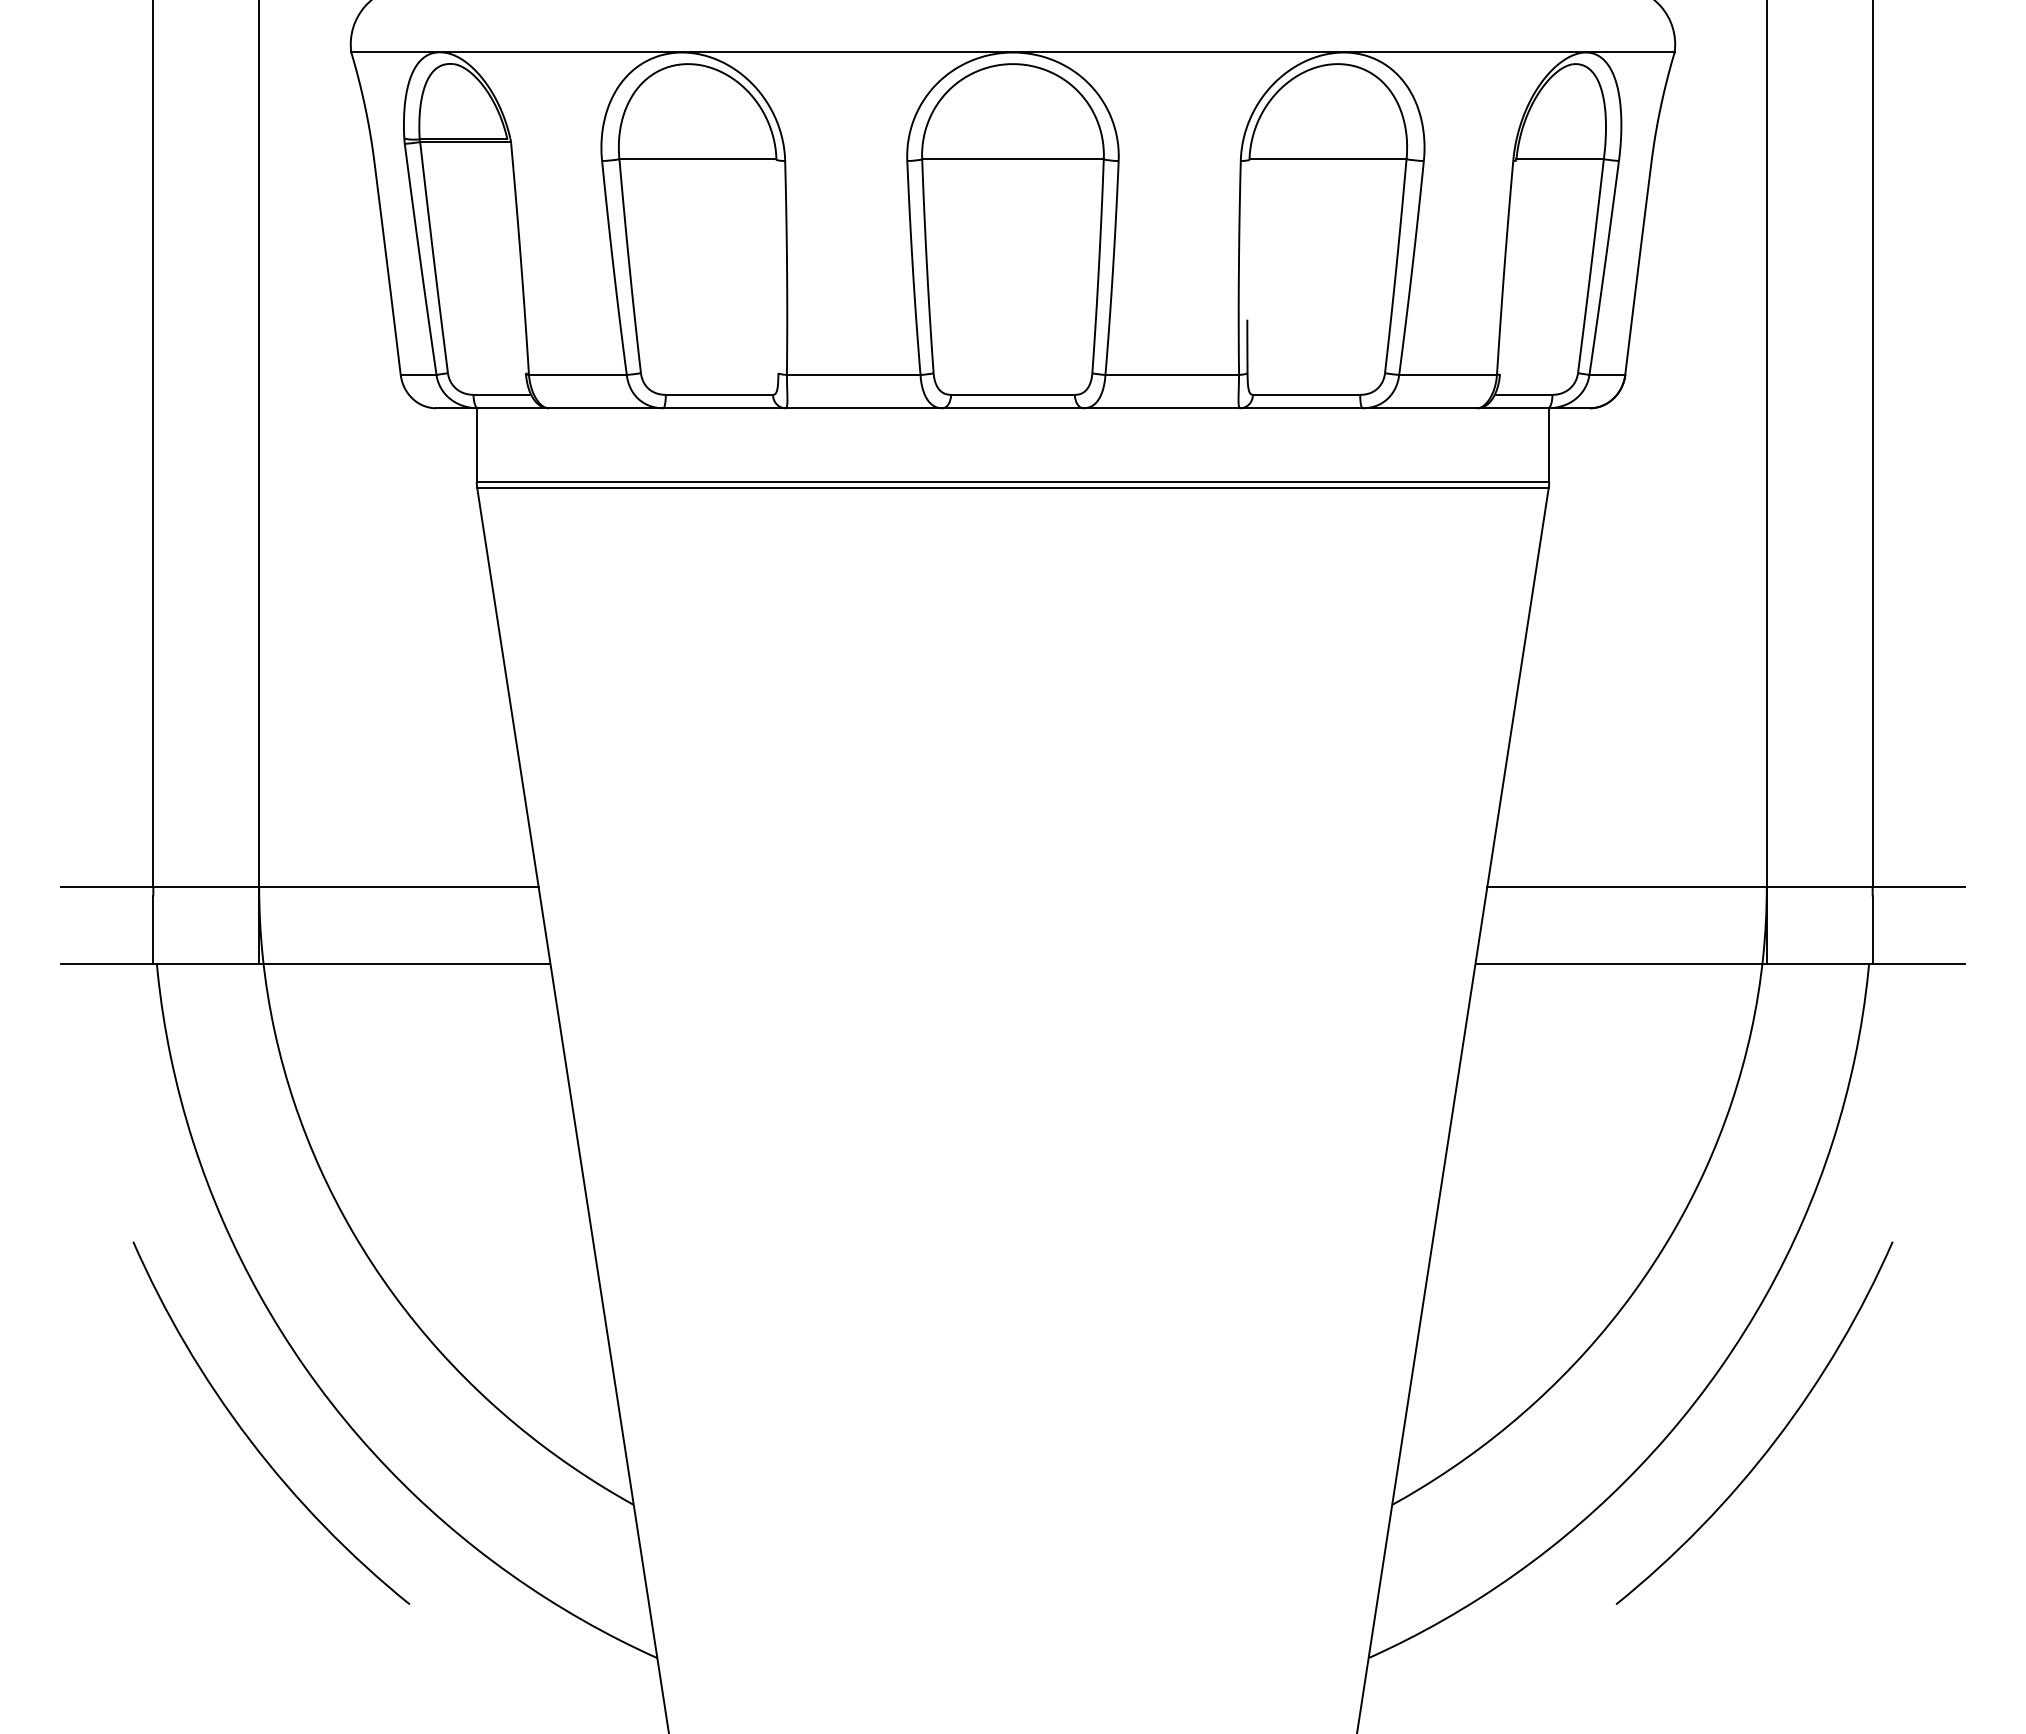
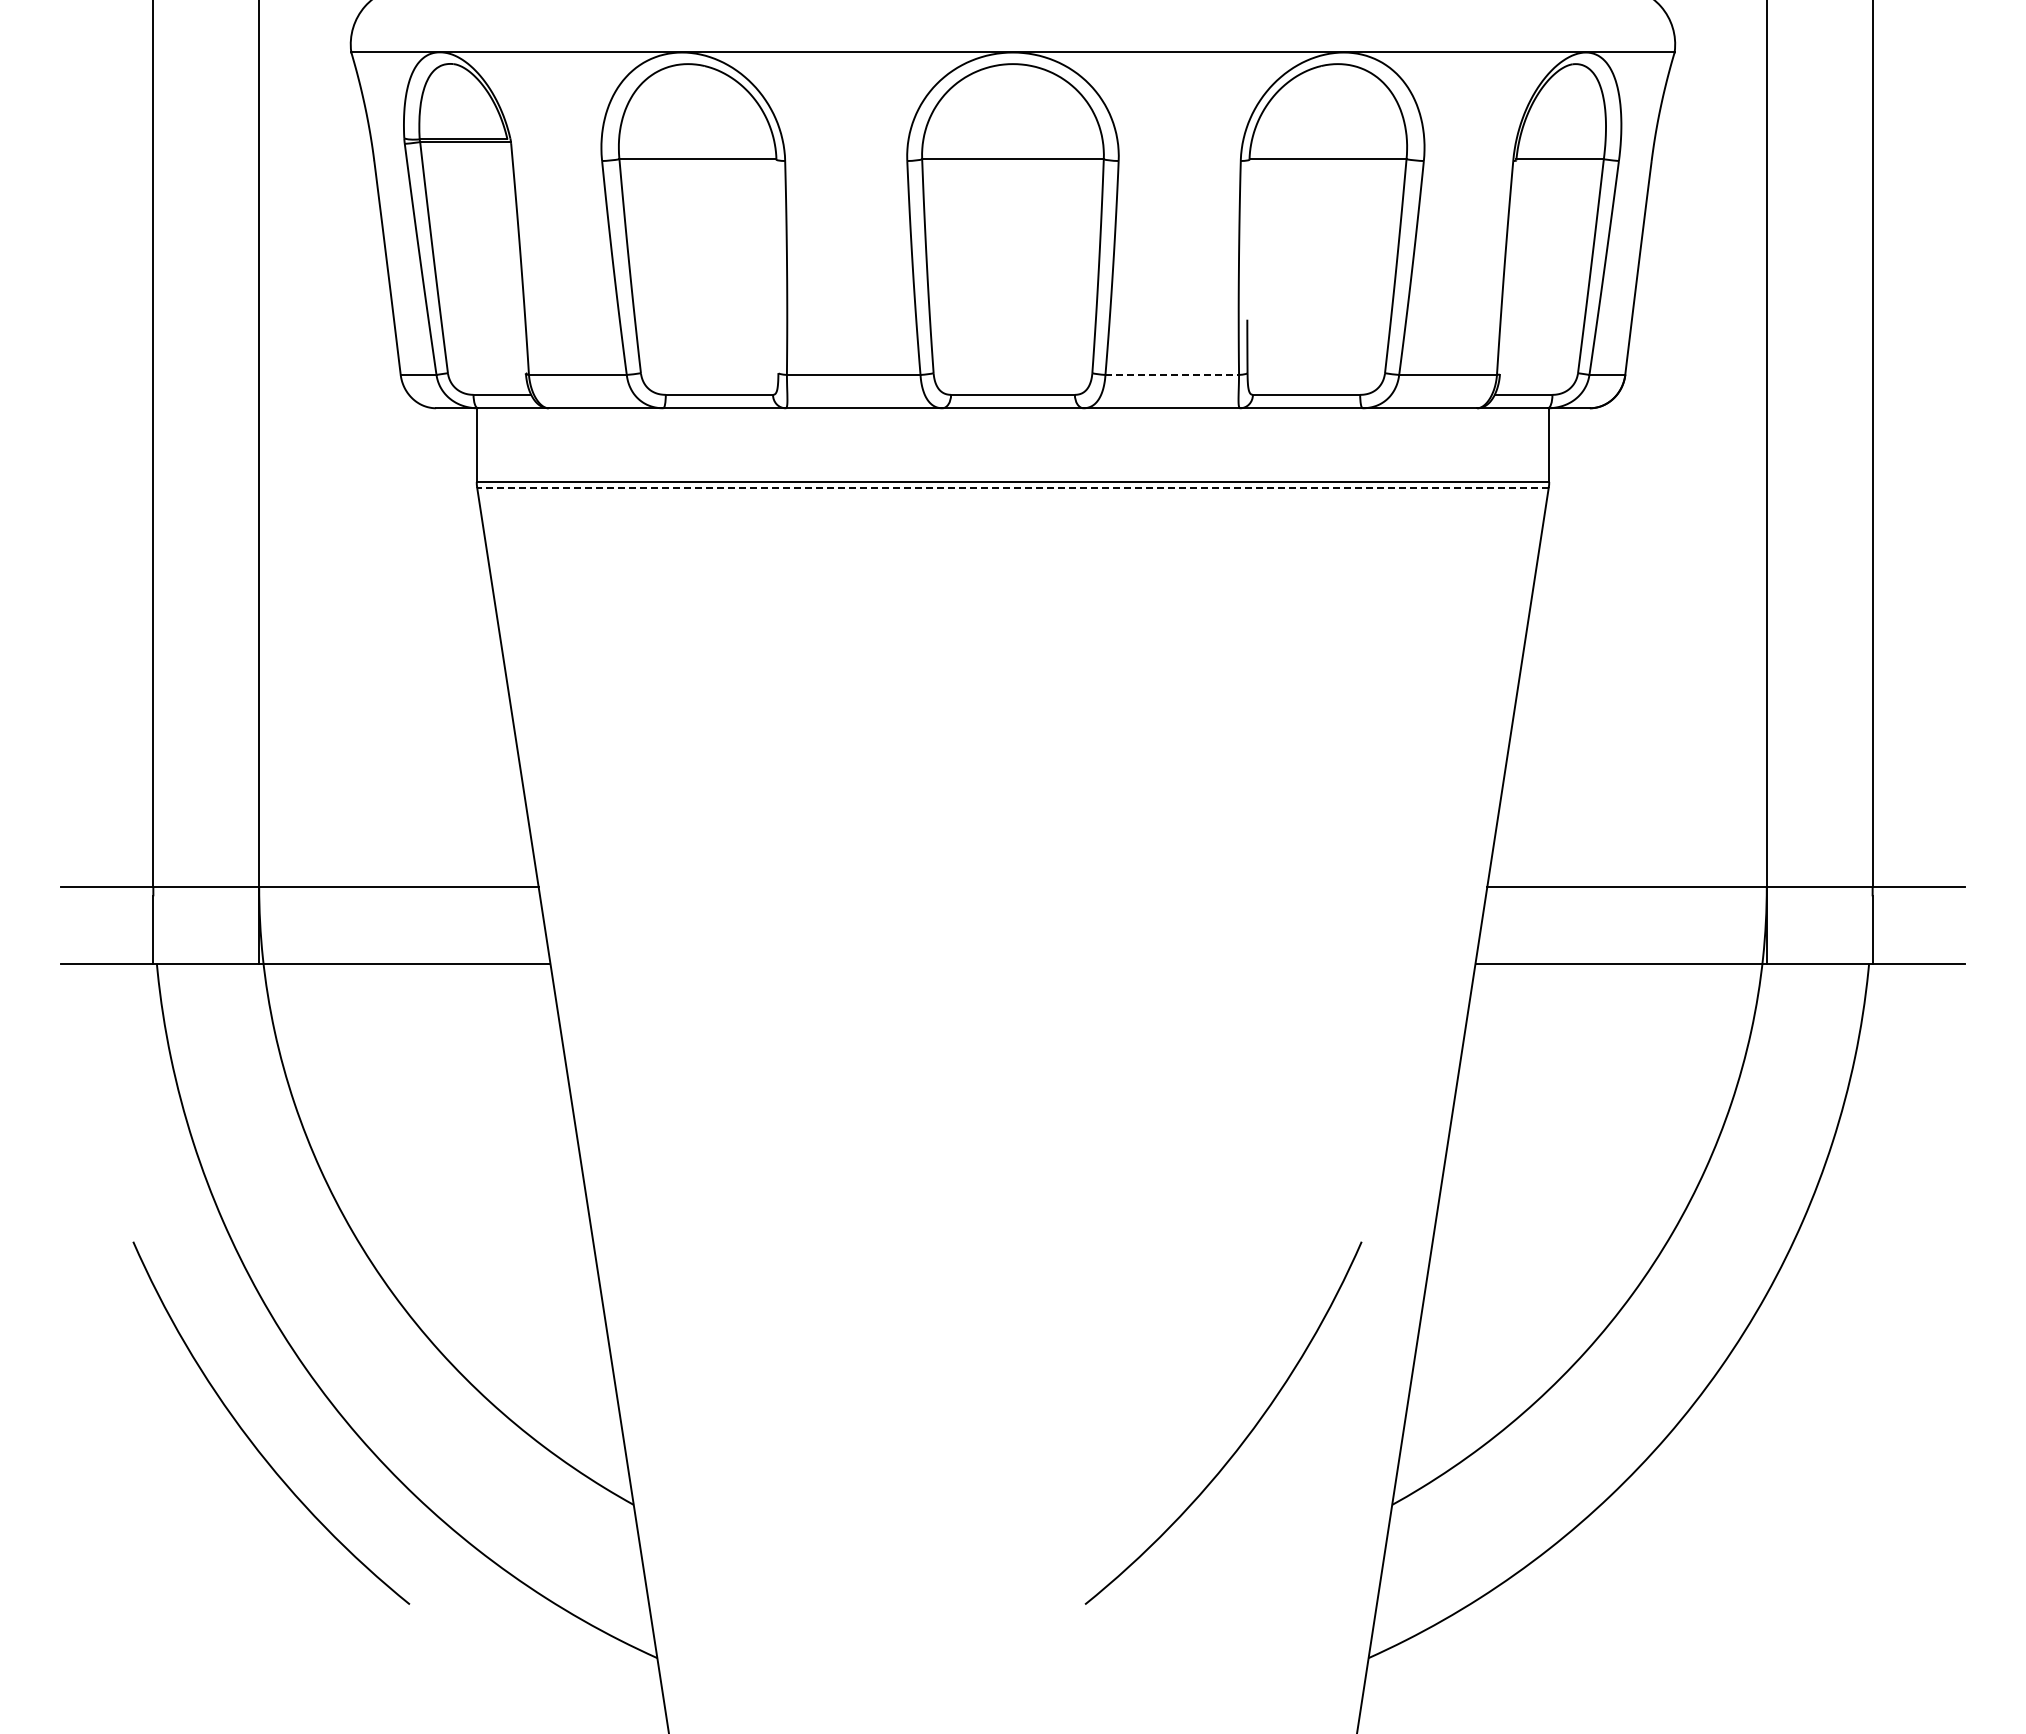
line at (1172, 374): solid -> dashed
line at (1012, 487): solid -> dashed
curve at (1776, 1437) position: (1776, 1437) -> (1245, 1437)
